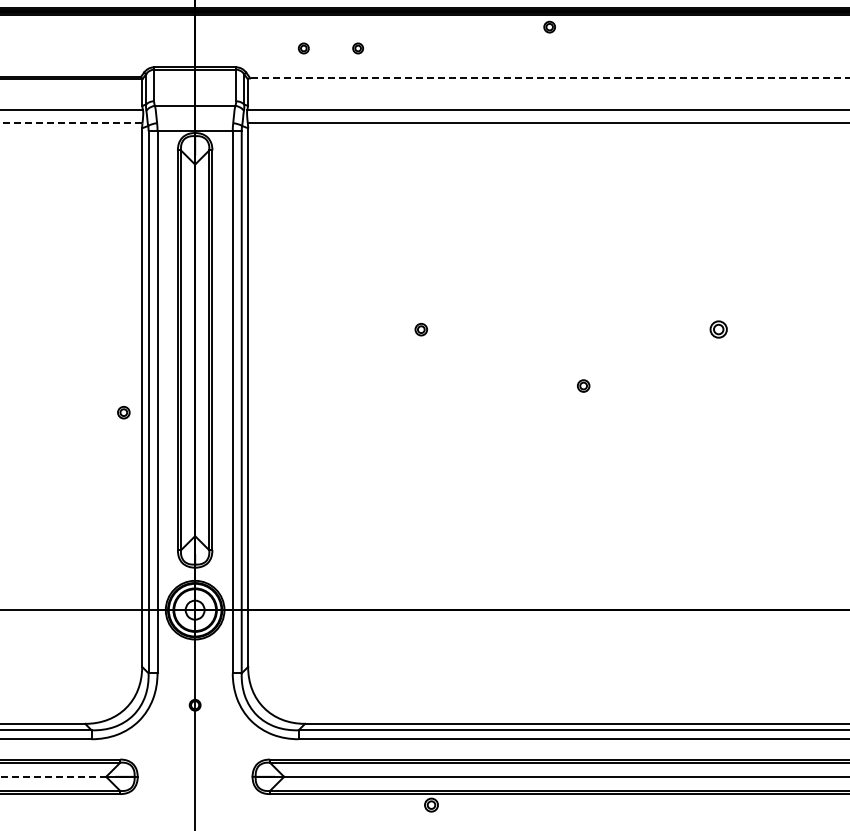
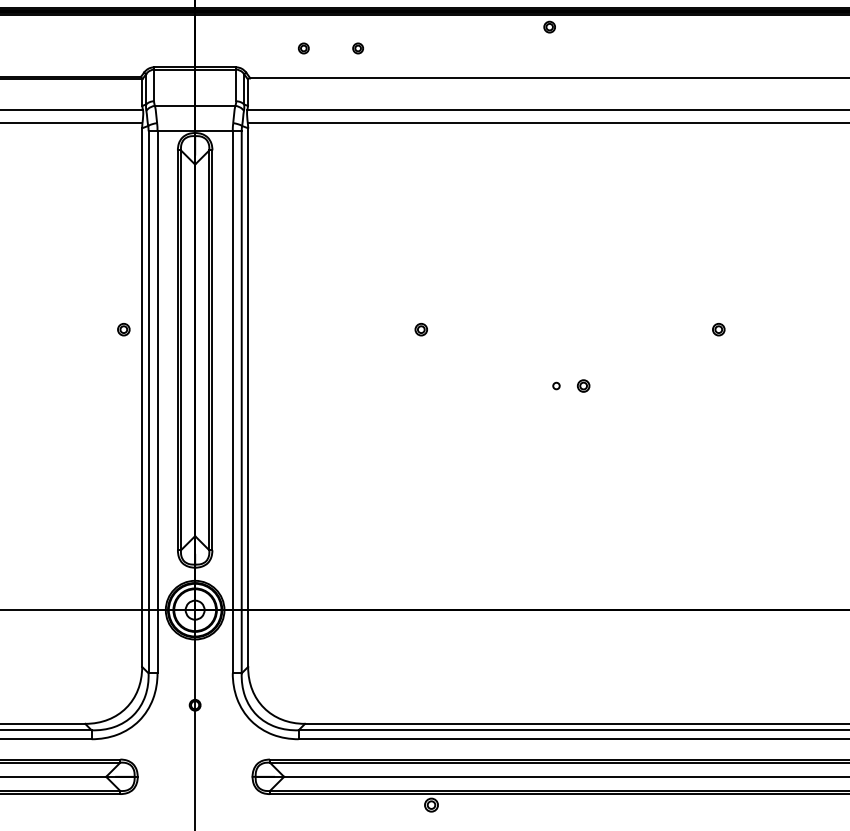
line at (550, 78): dashed -> solid
line at (71, 123): dashed -> solid
part at (718, 329) size: 19x19 px -> 14x14 px
circle at (556, 385): none -> present
part at (123, 412) position: (123, 412) -> (123, 329)
line at (53, 776): dashed -> solid
